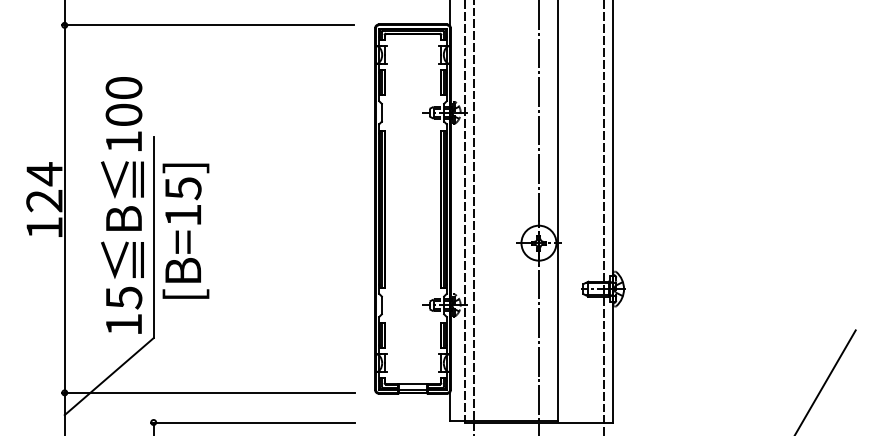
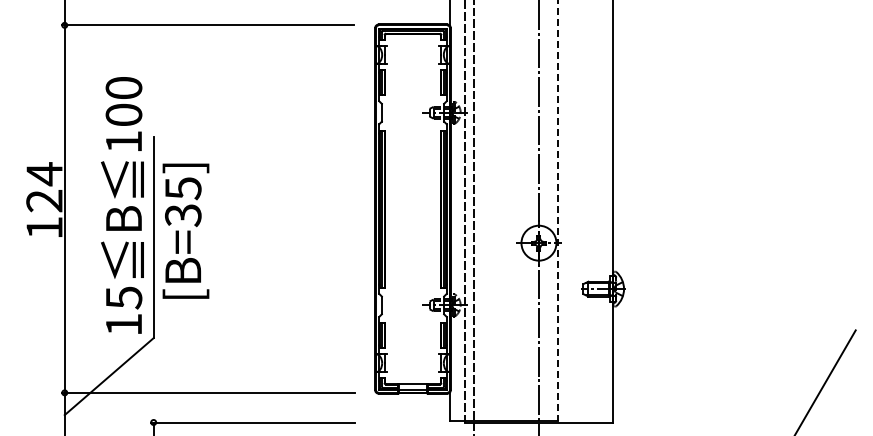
line at (558, 211): solid -> dashed
text at (183, 215): [B=15] -> [B=35]
line at (604, 217): present -> none
